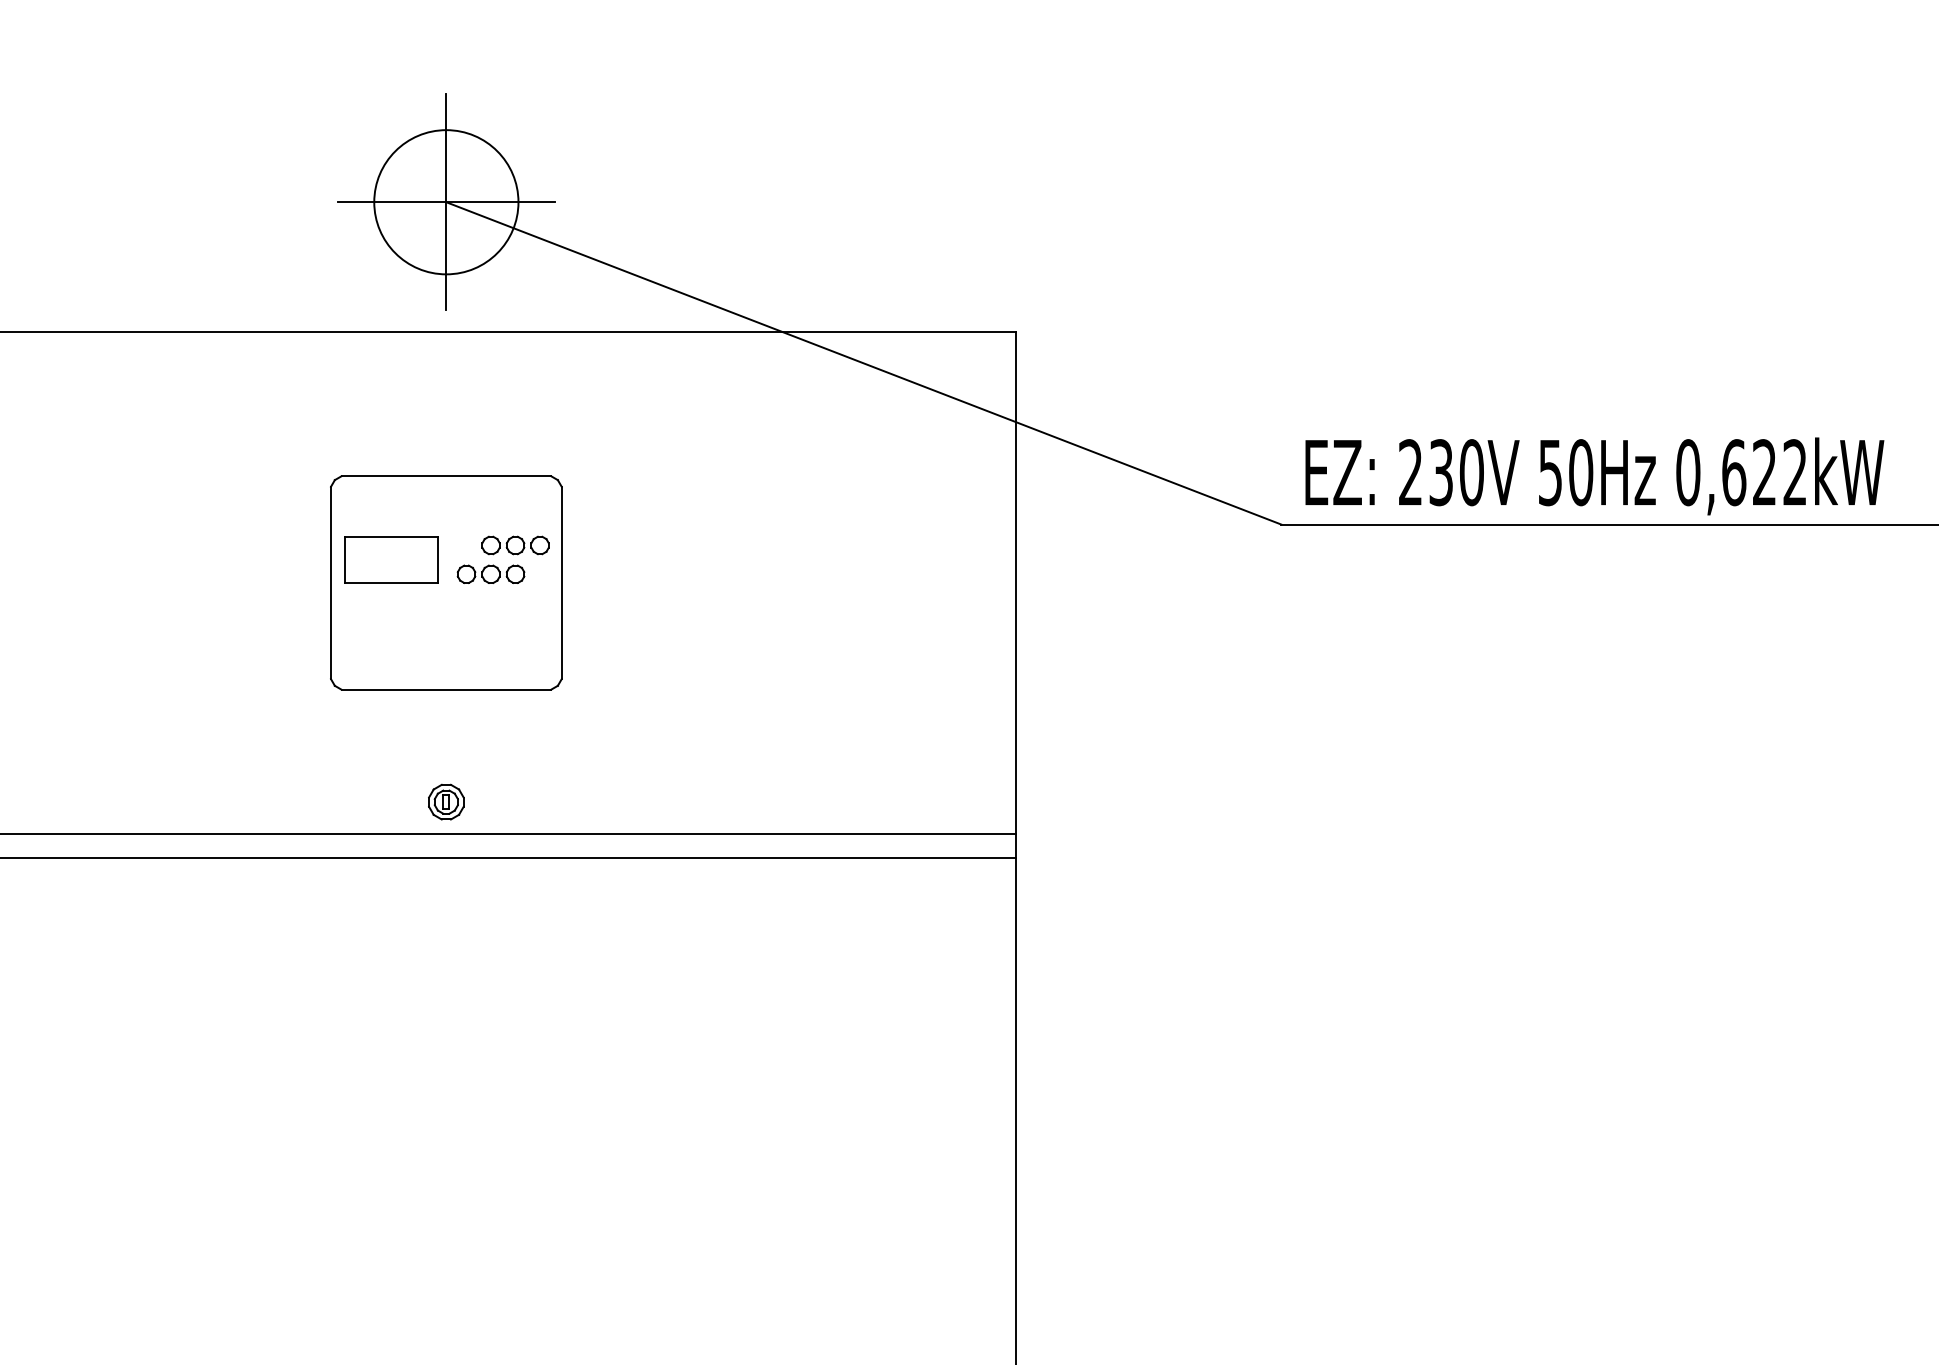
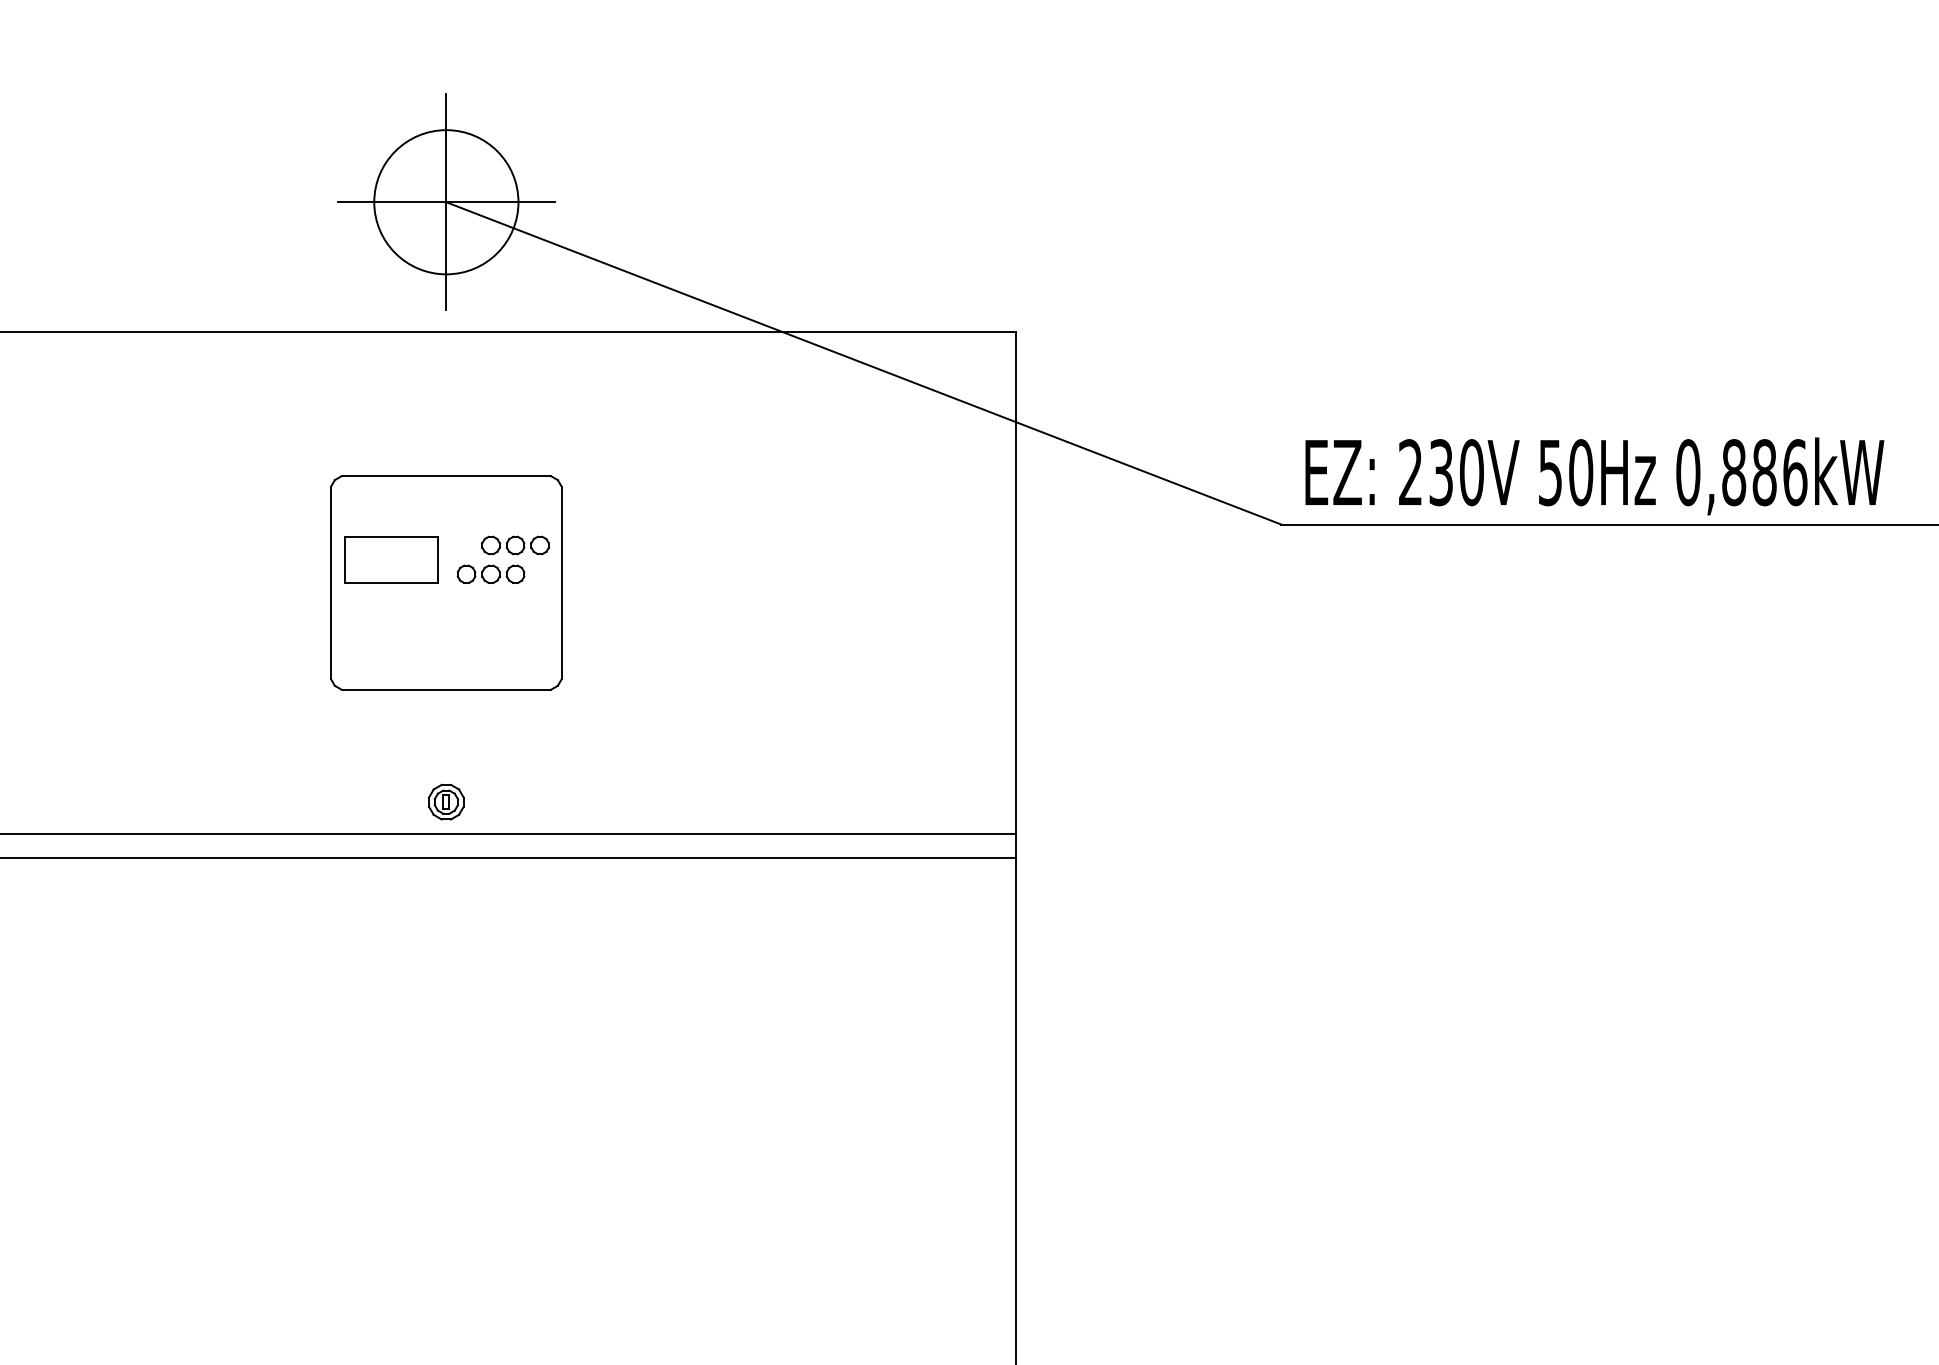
text at (1764, 472): 0,622kW -> 0,886kW
